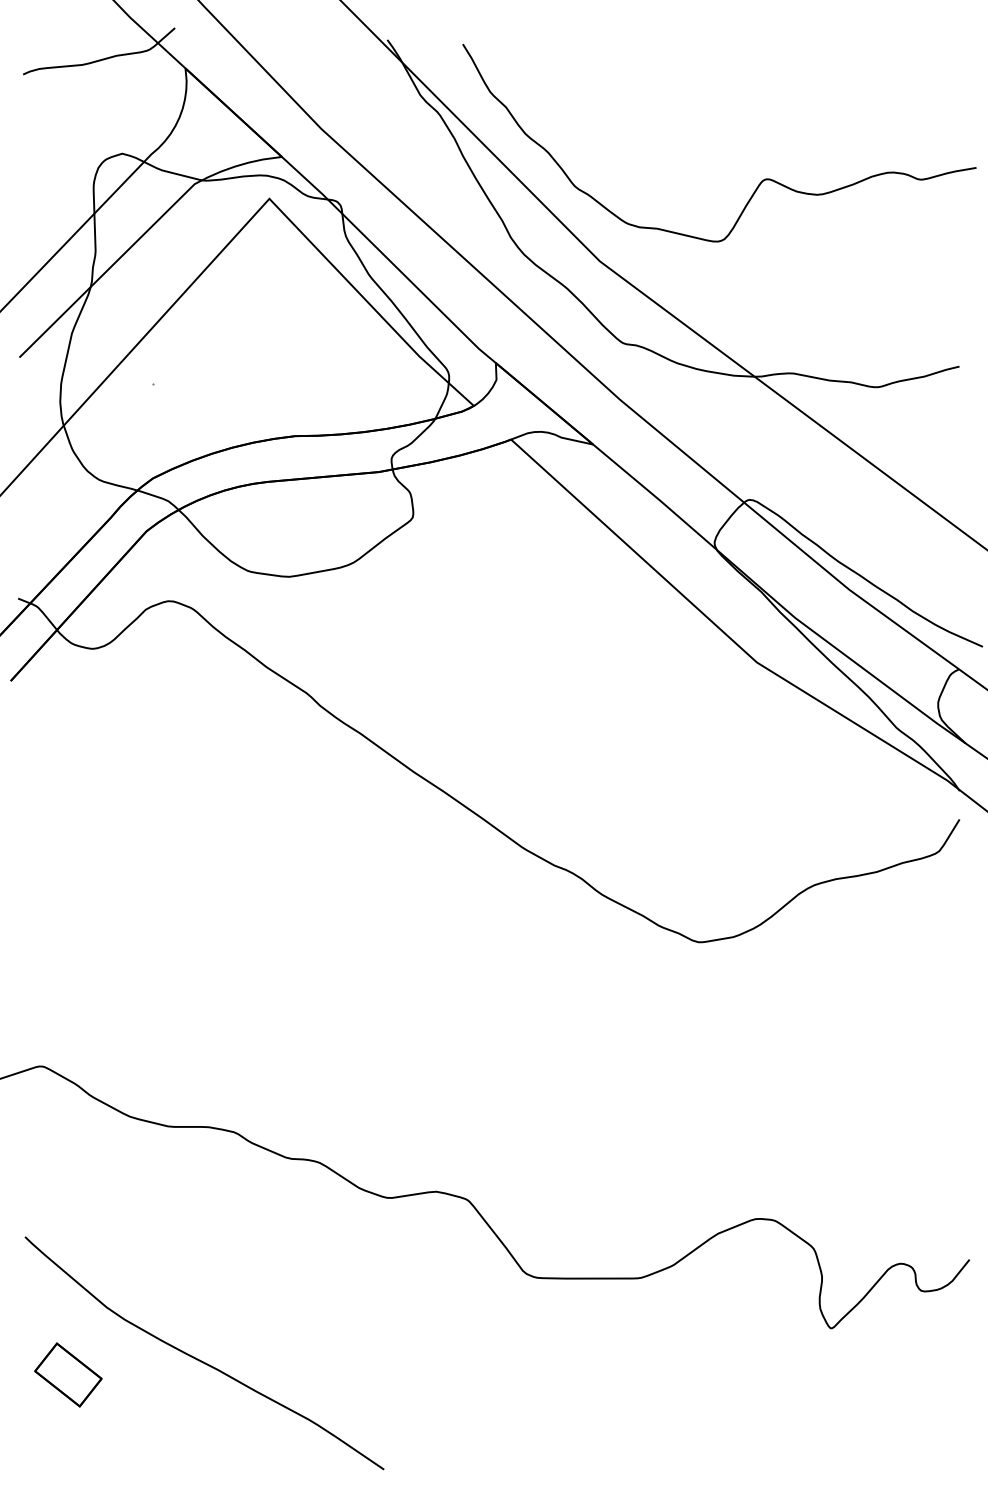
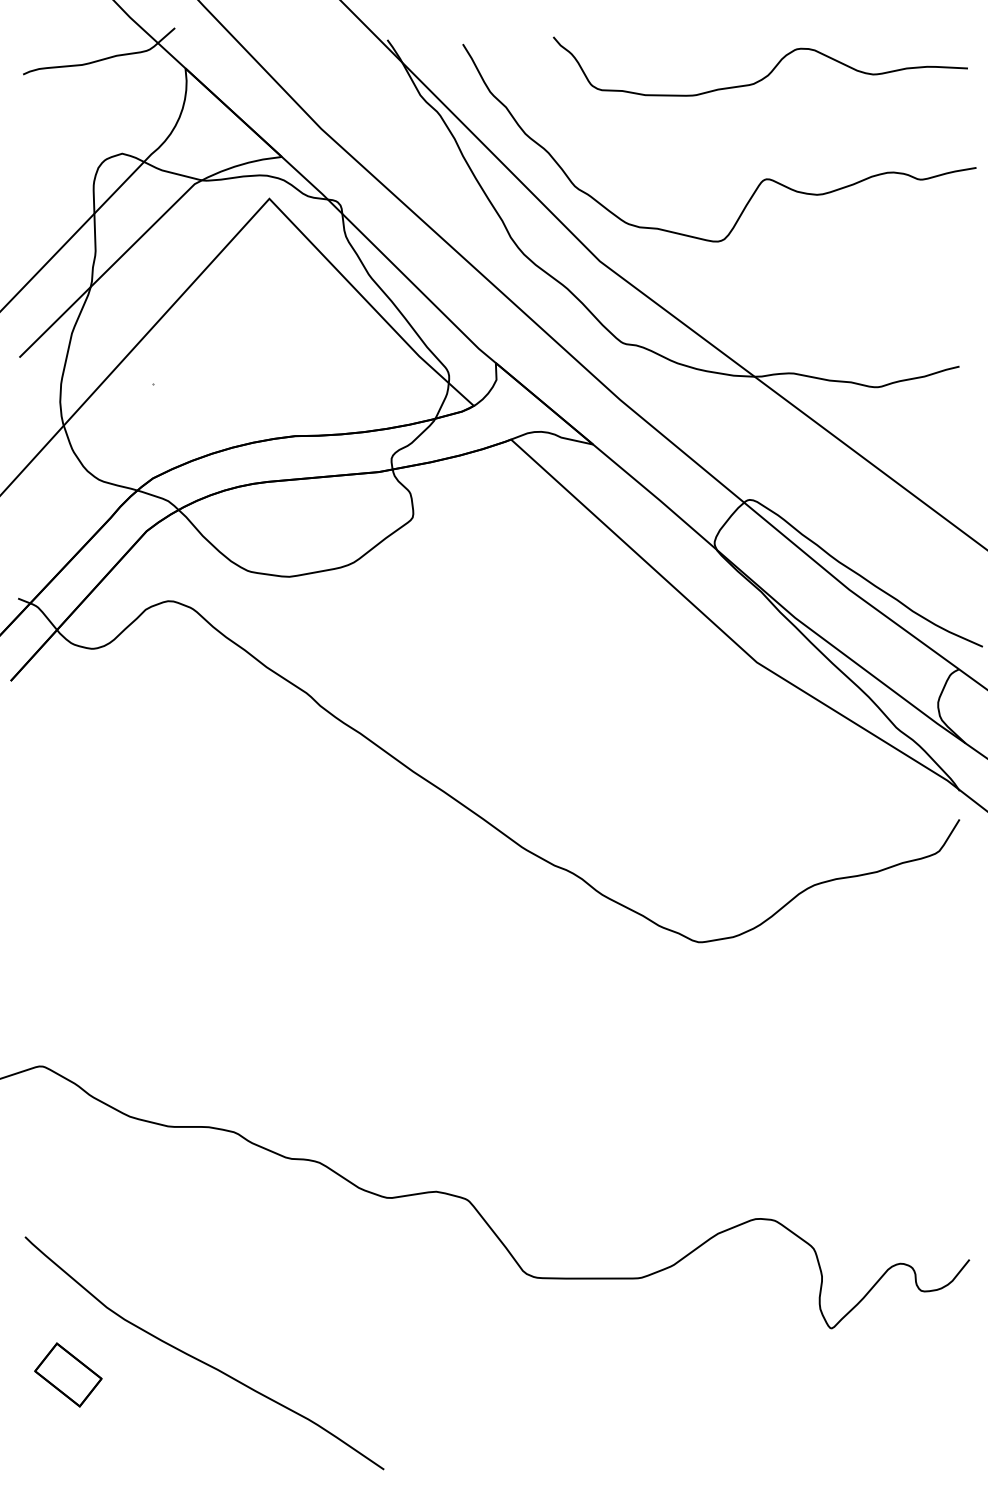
curve at (768, 73): none -> present
